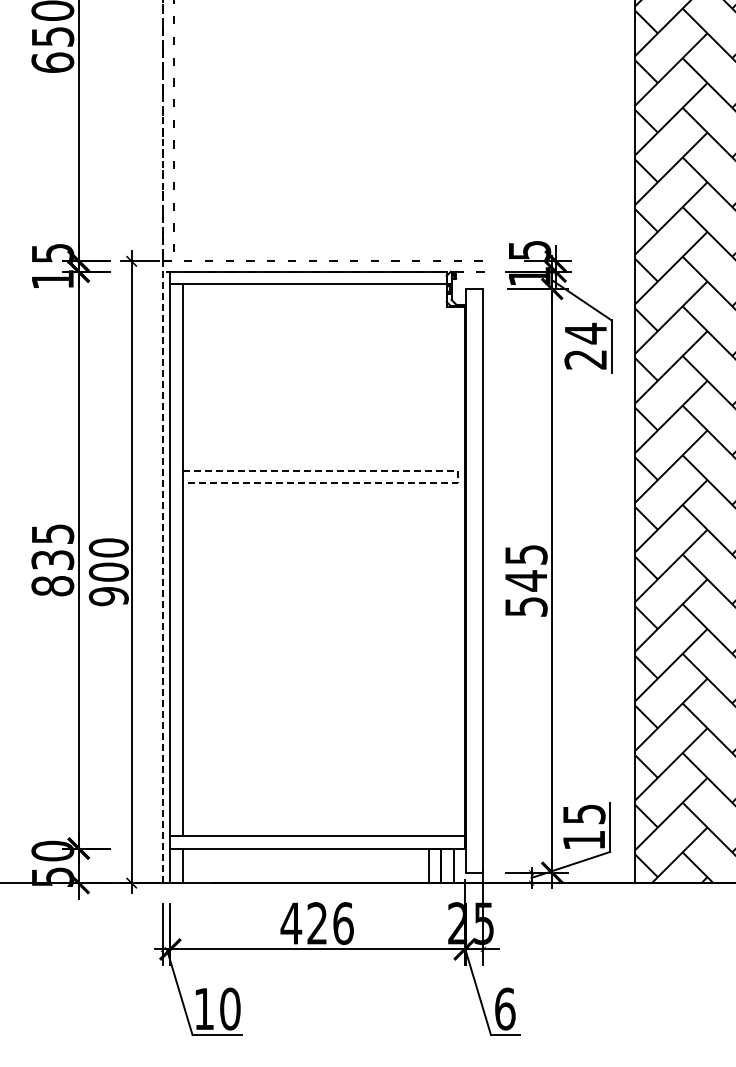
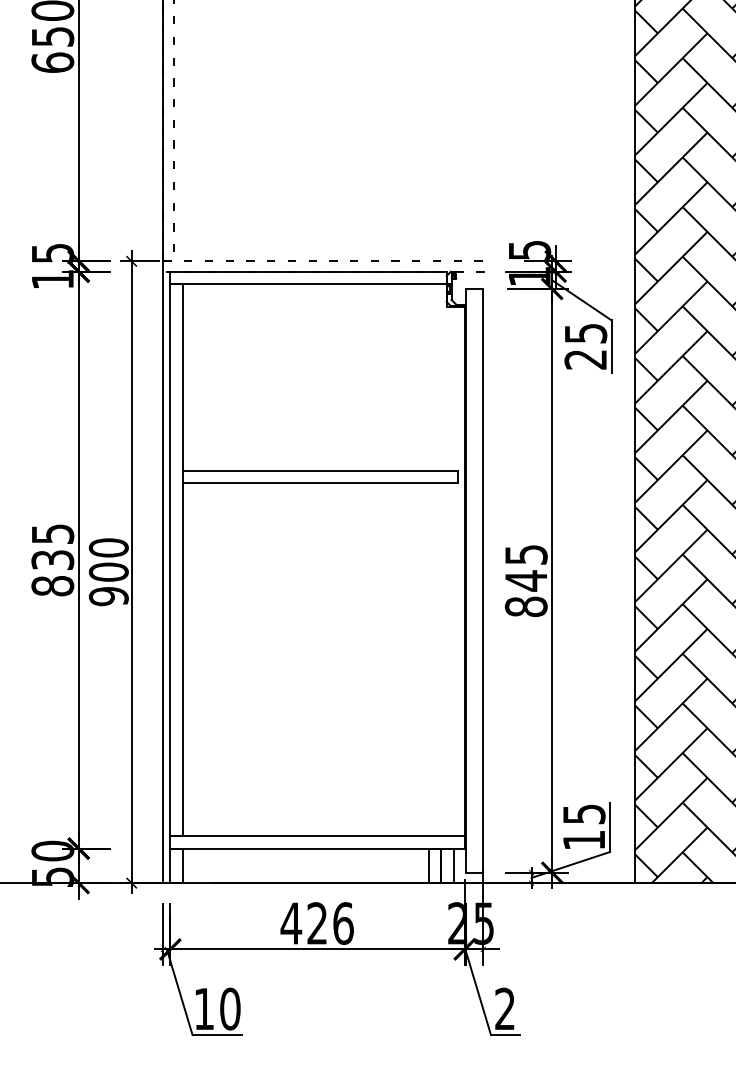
text at (586, 333): 24 -> 25
line at (163, 441): dashed -> solid
line at (457, 477): dashed -> solid
text at (525, 606): 545 -> 845
text at (505, 1008): 6 -> 2
